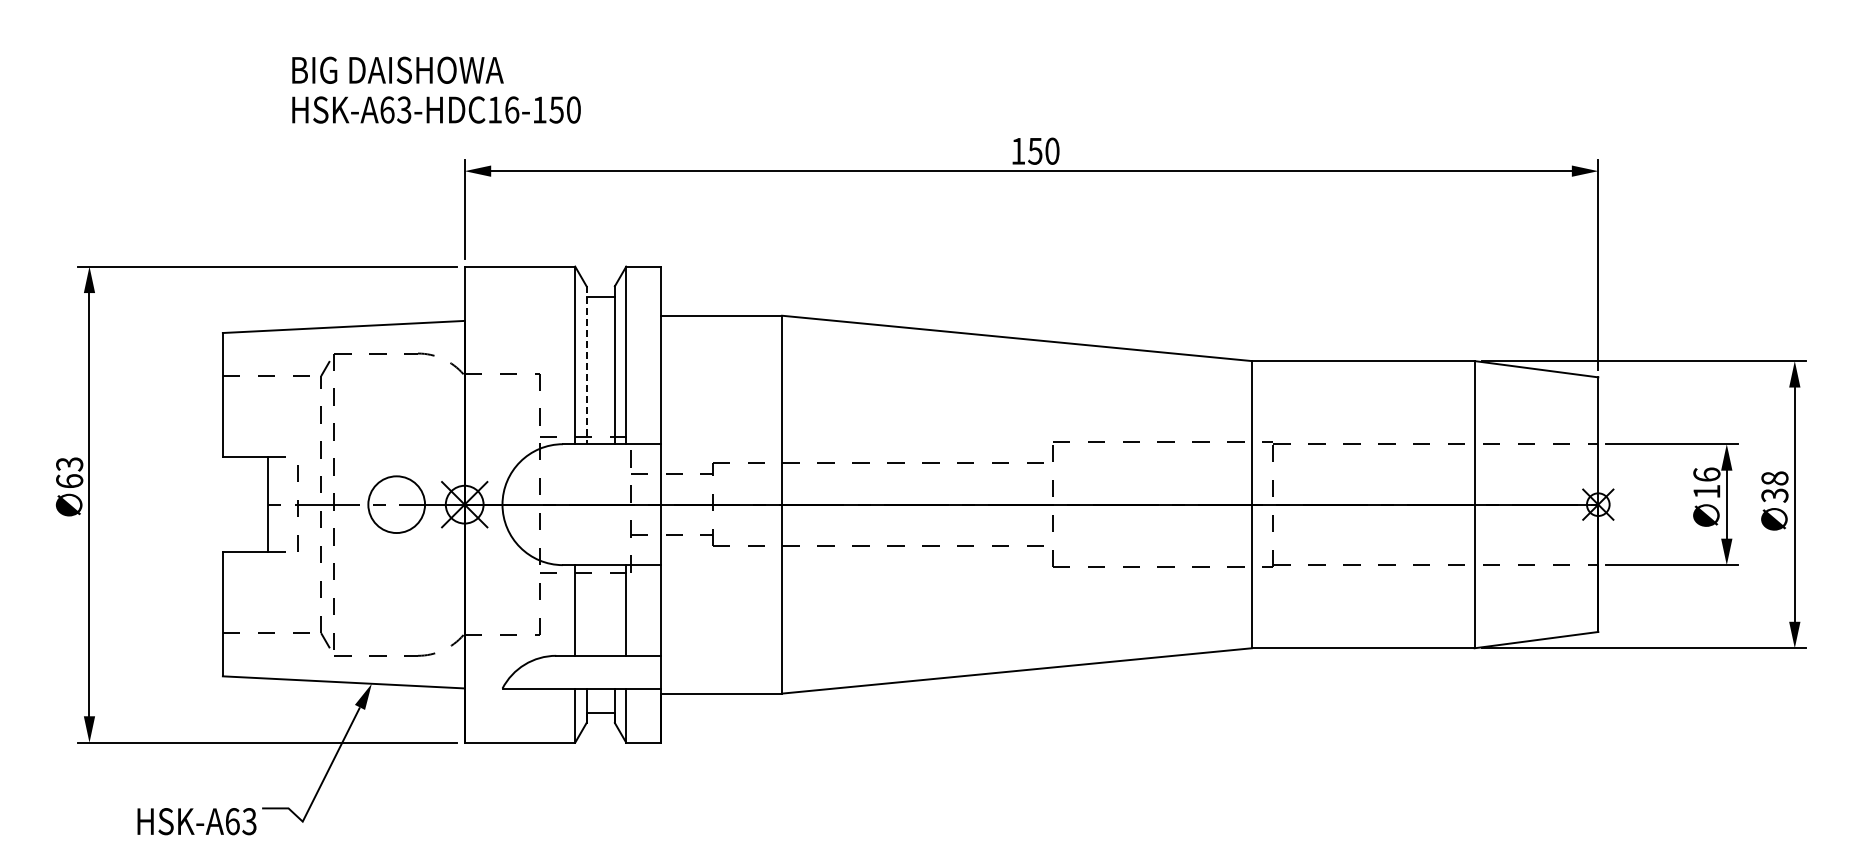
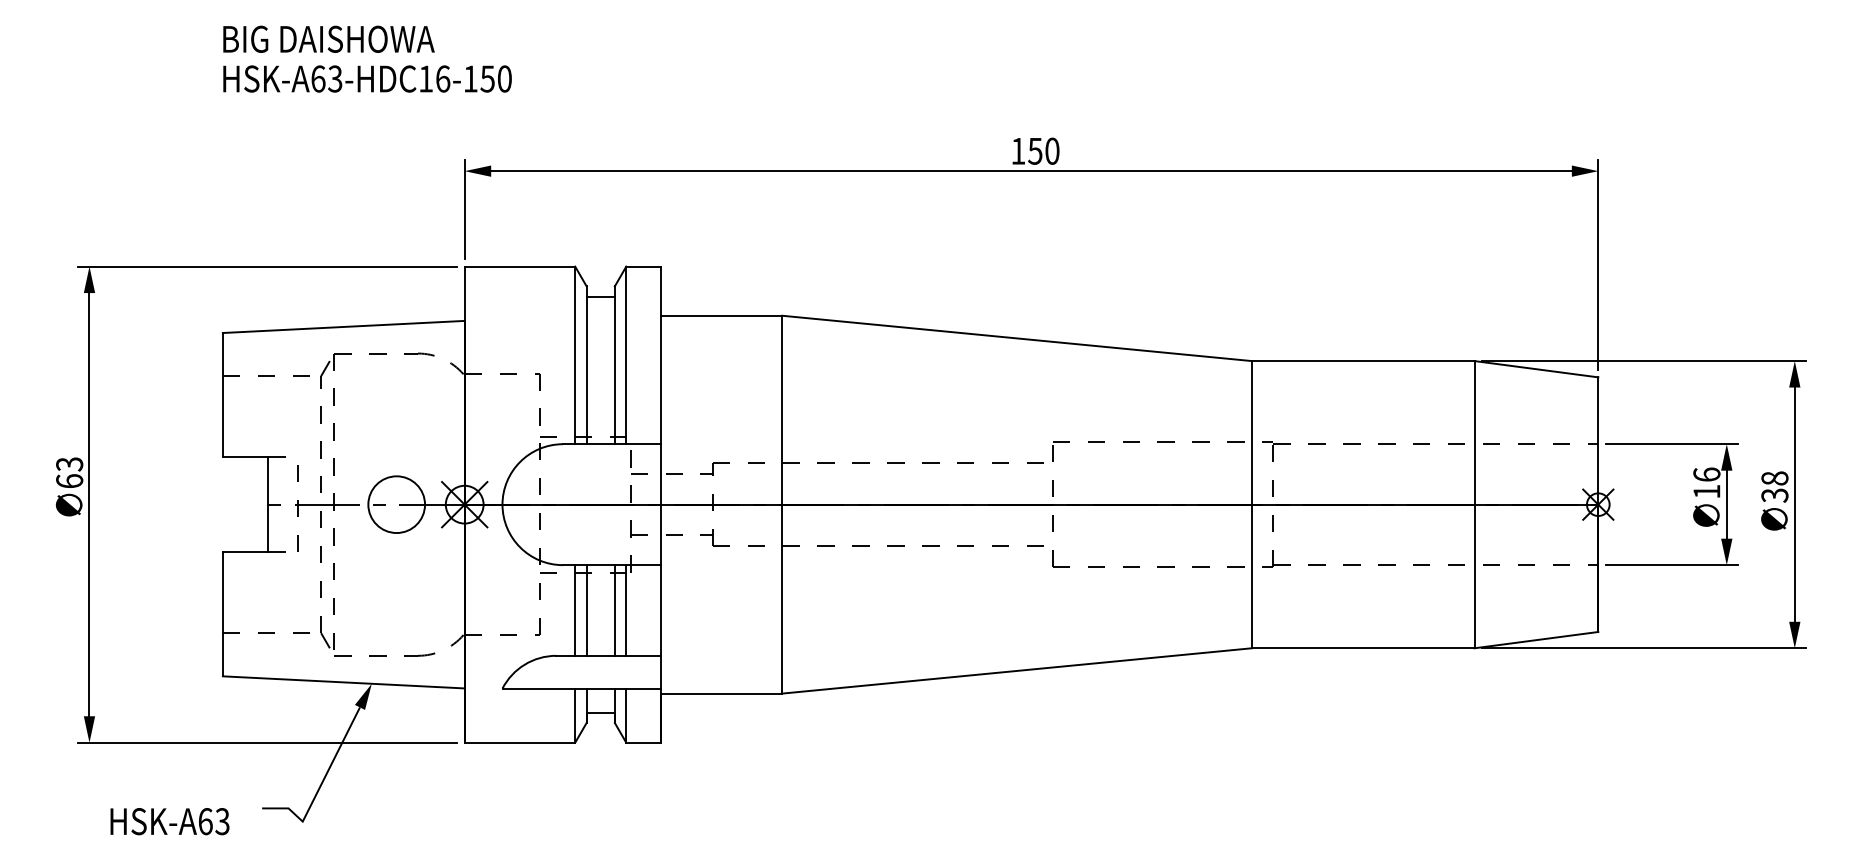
text at (436, 89) position: (436, 89) -> (367, 58)
line at (586, 365): dashed -> solid
line at (586, 610): none -> present
line at (614, 610): none -> present
text at (196, 821) position: (196, 821) -> (169, 821)
